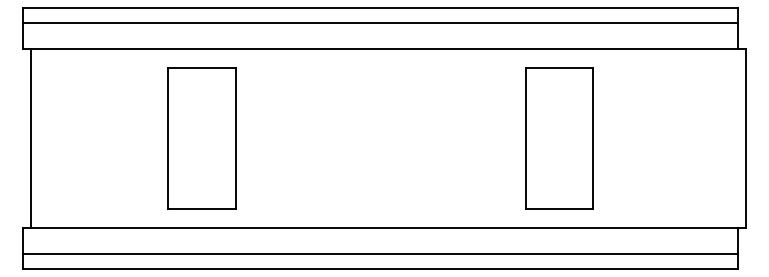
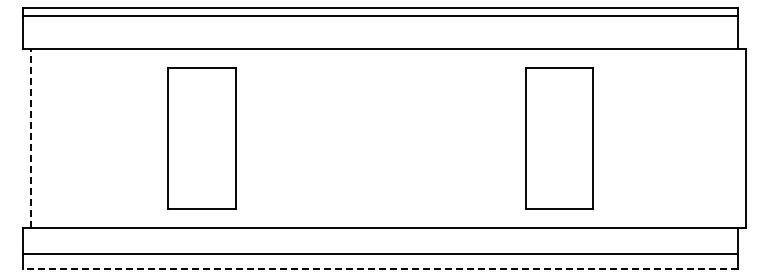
line at (380, 22) position: (380, 22) -> (380, 15)
line at (30, 138): solid -> dashed
line at (380, 268): solid -> dashed
